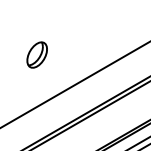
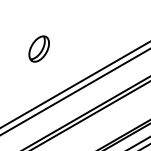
part at (36, 54) position: (36, 54) -> (38, 48)
line at (74, 92): none -> present
